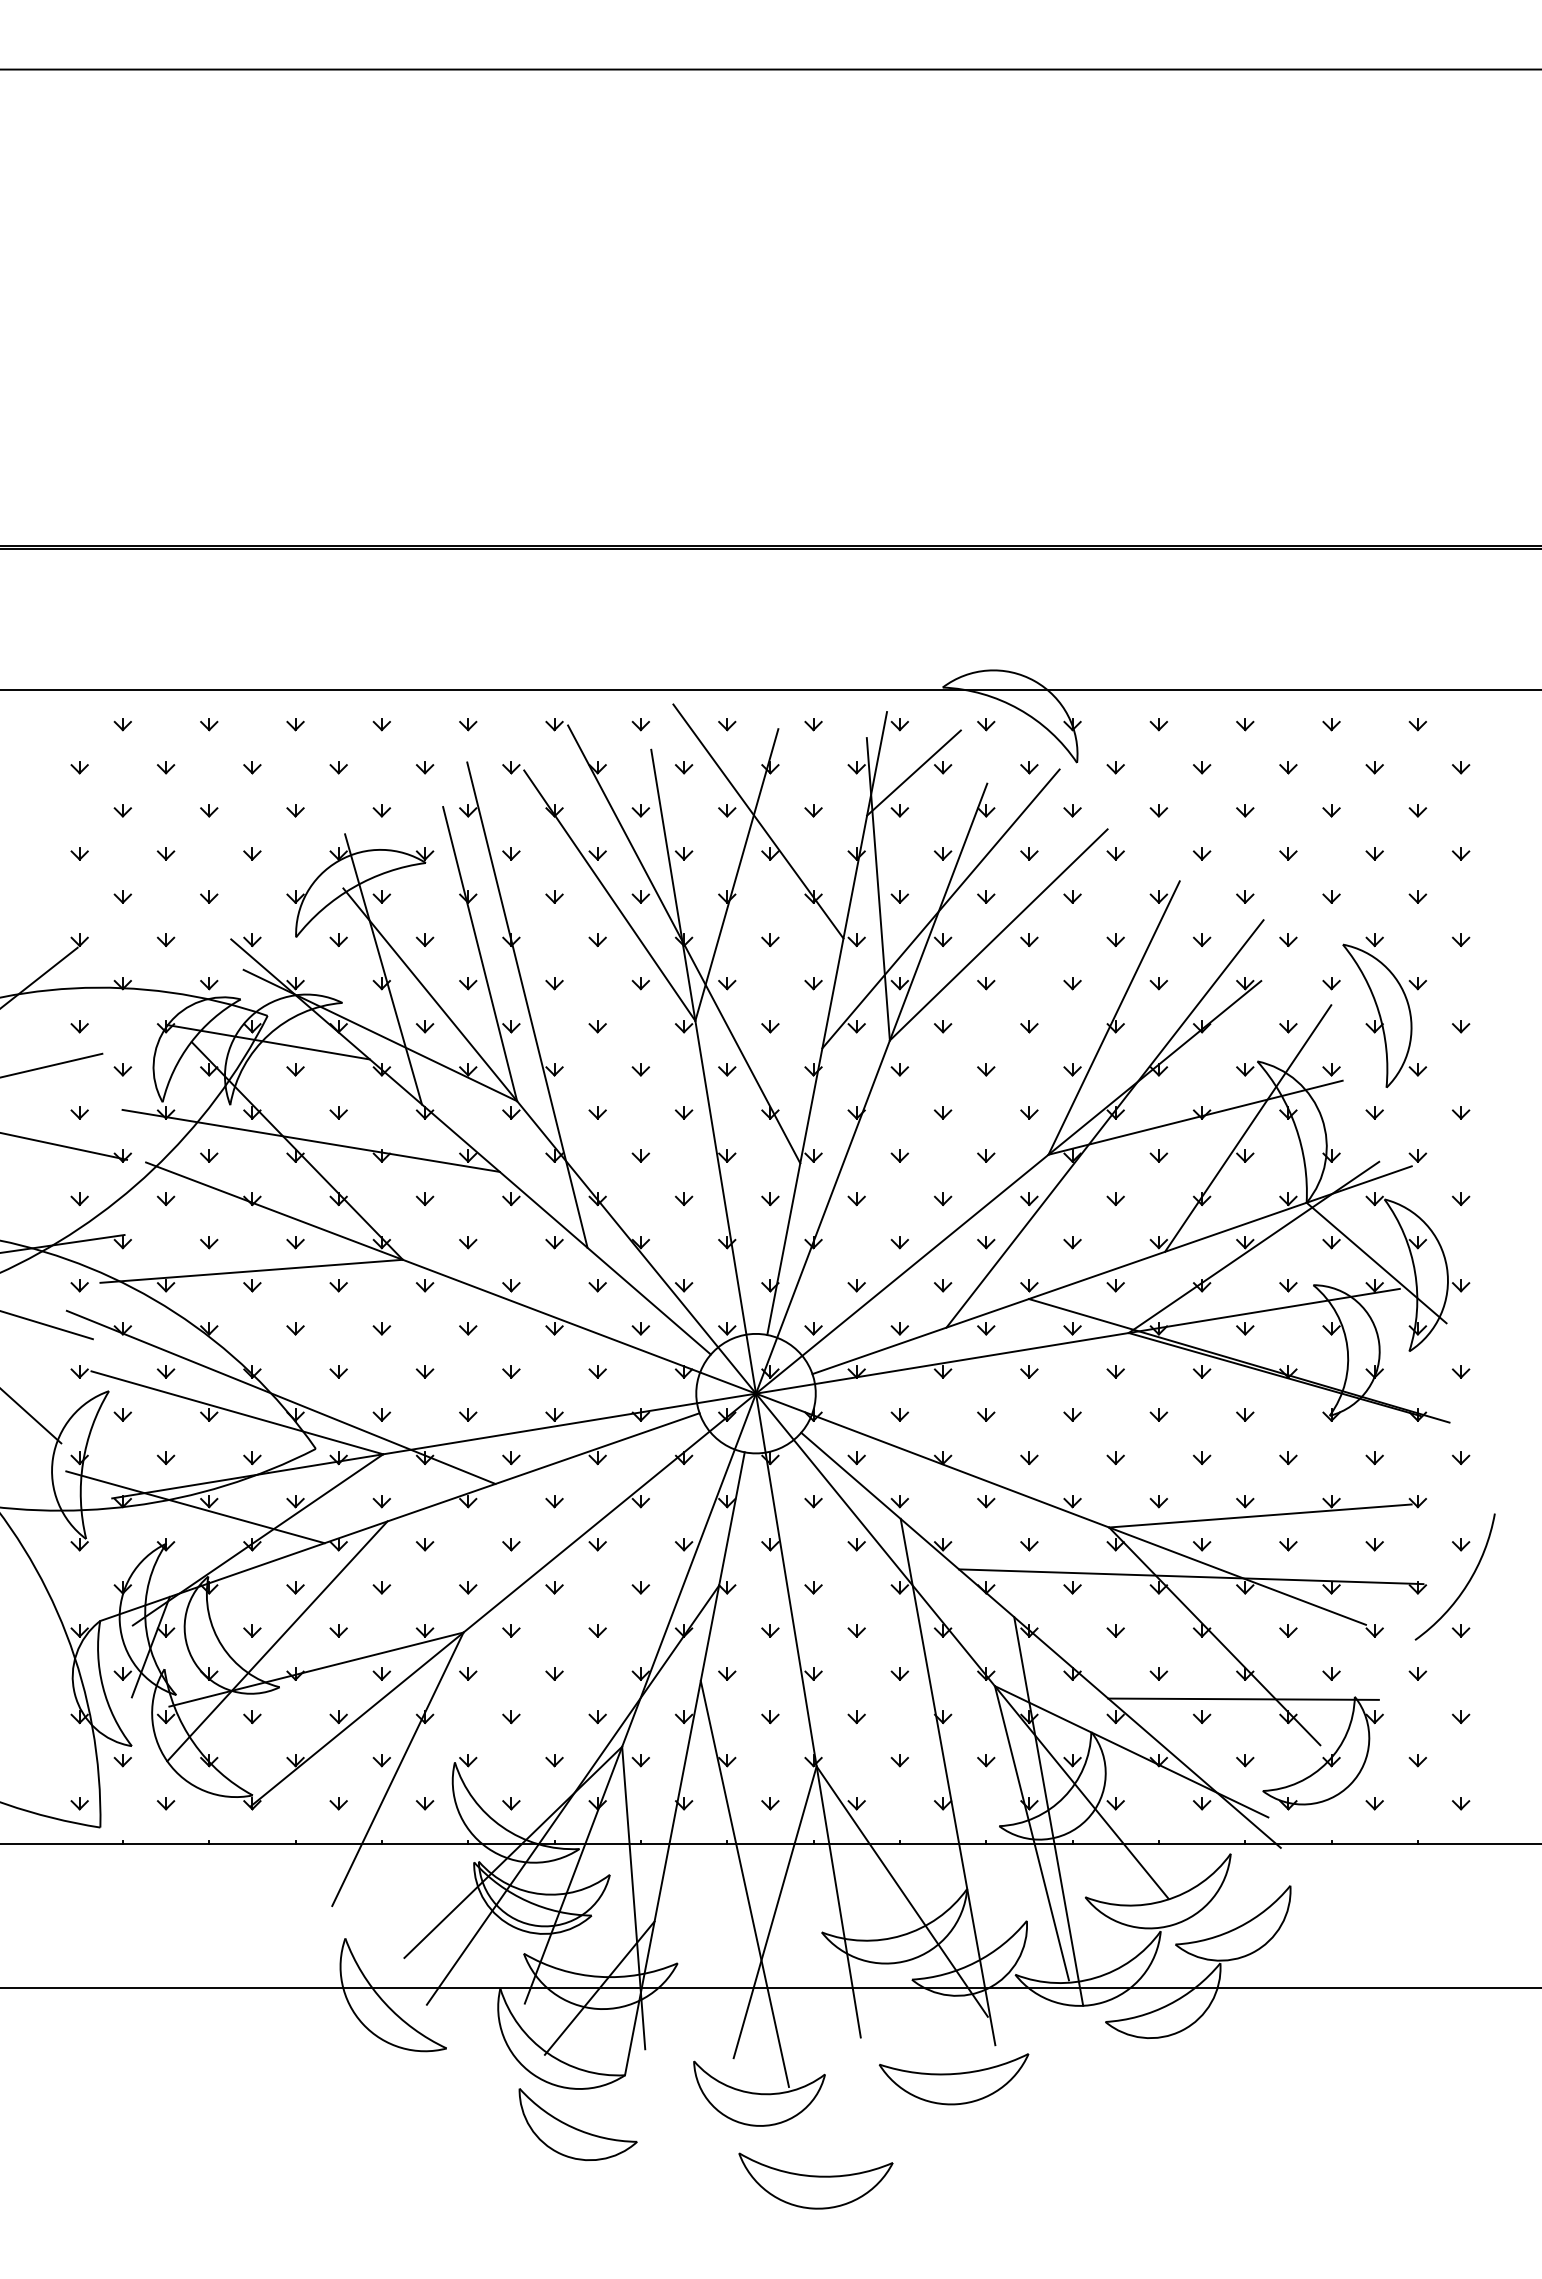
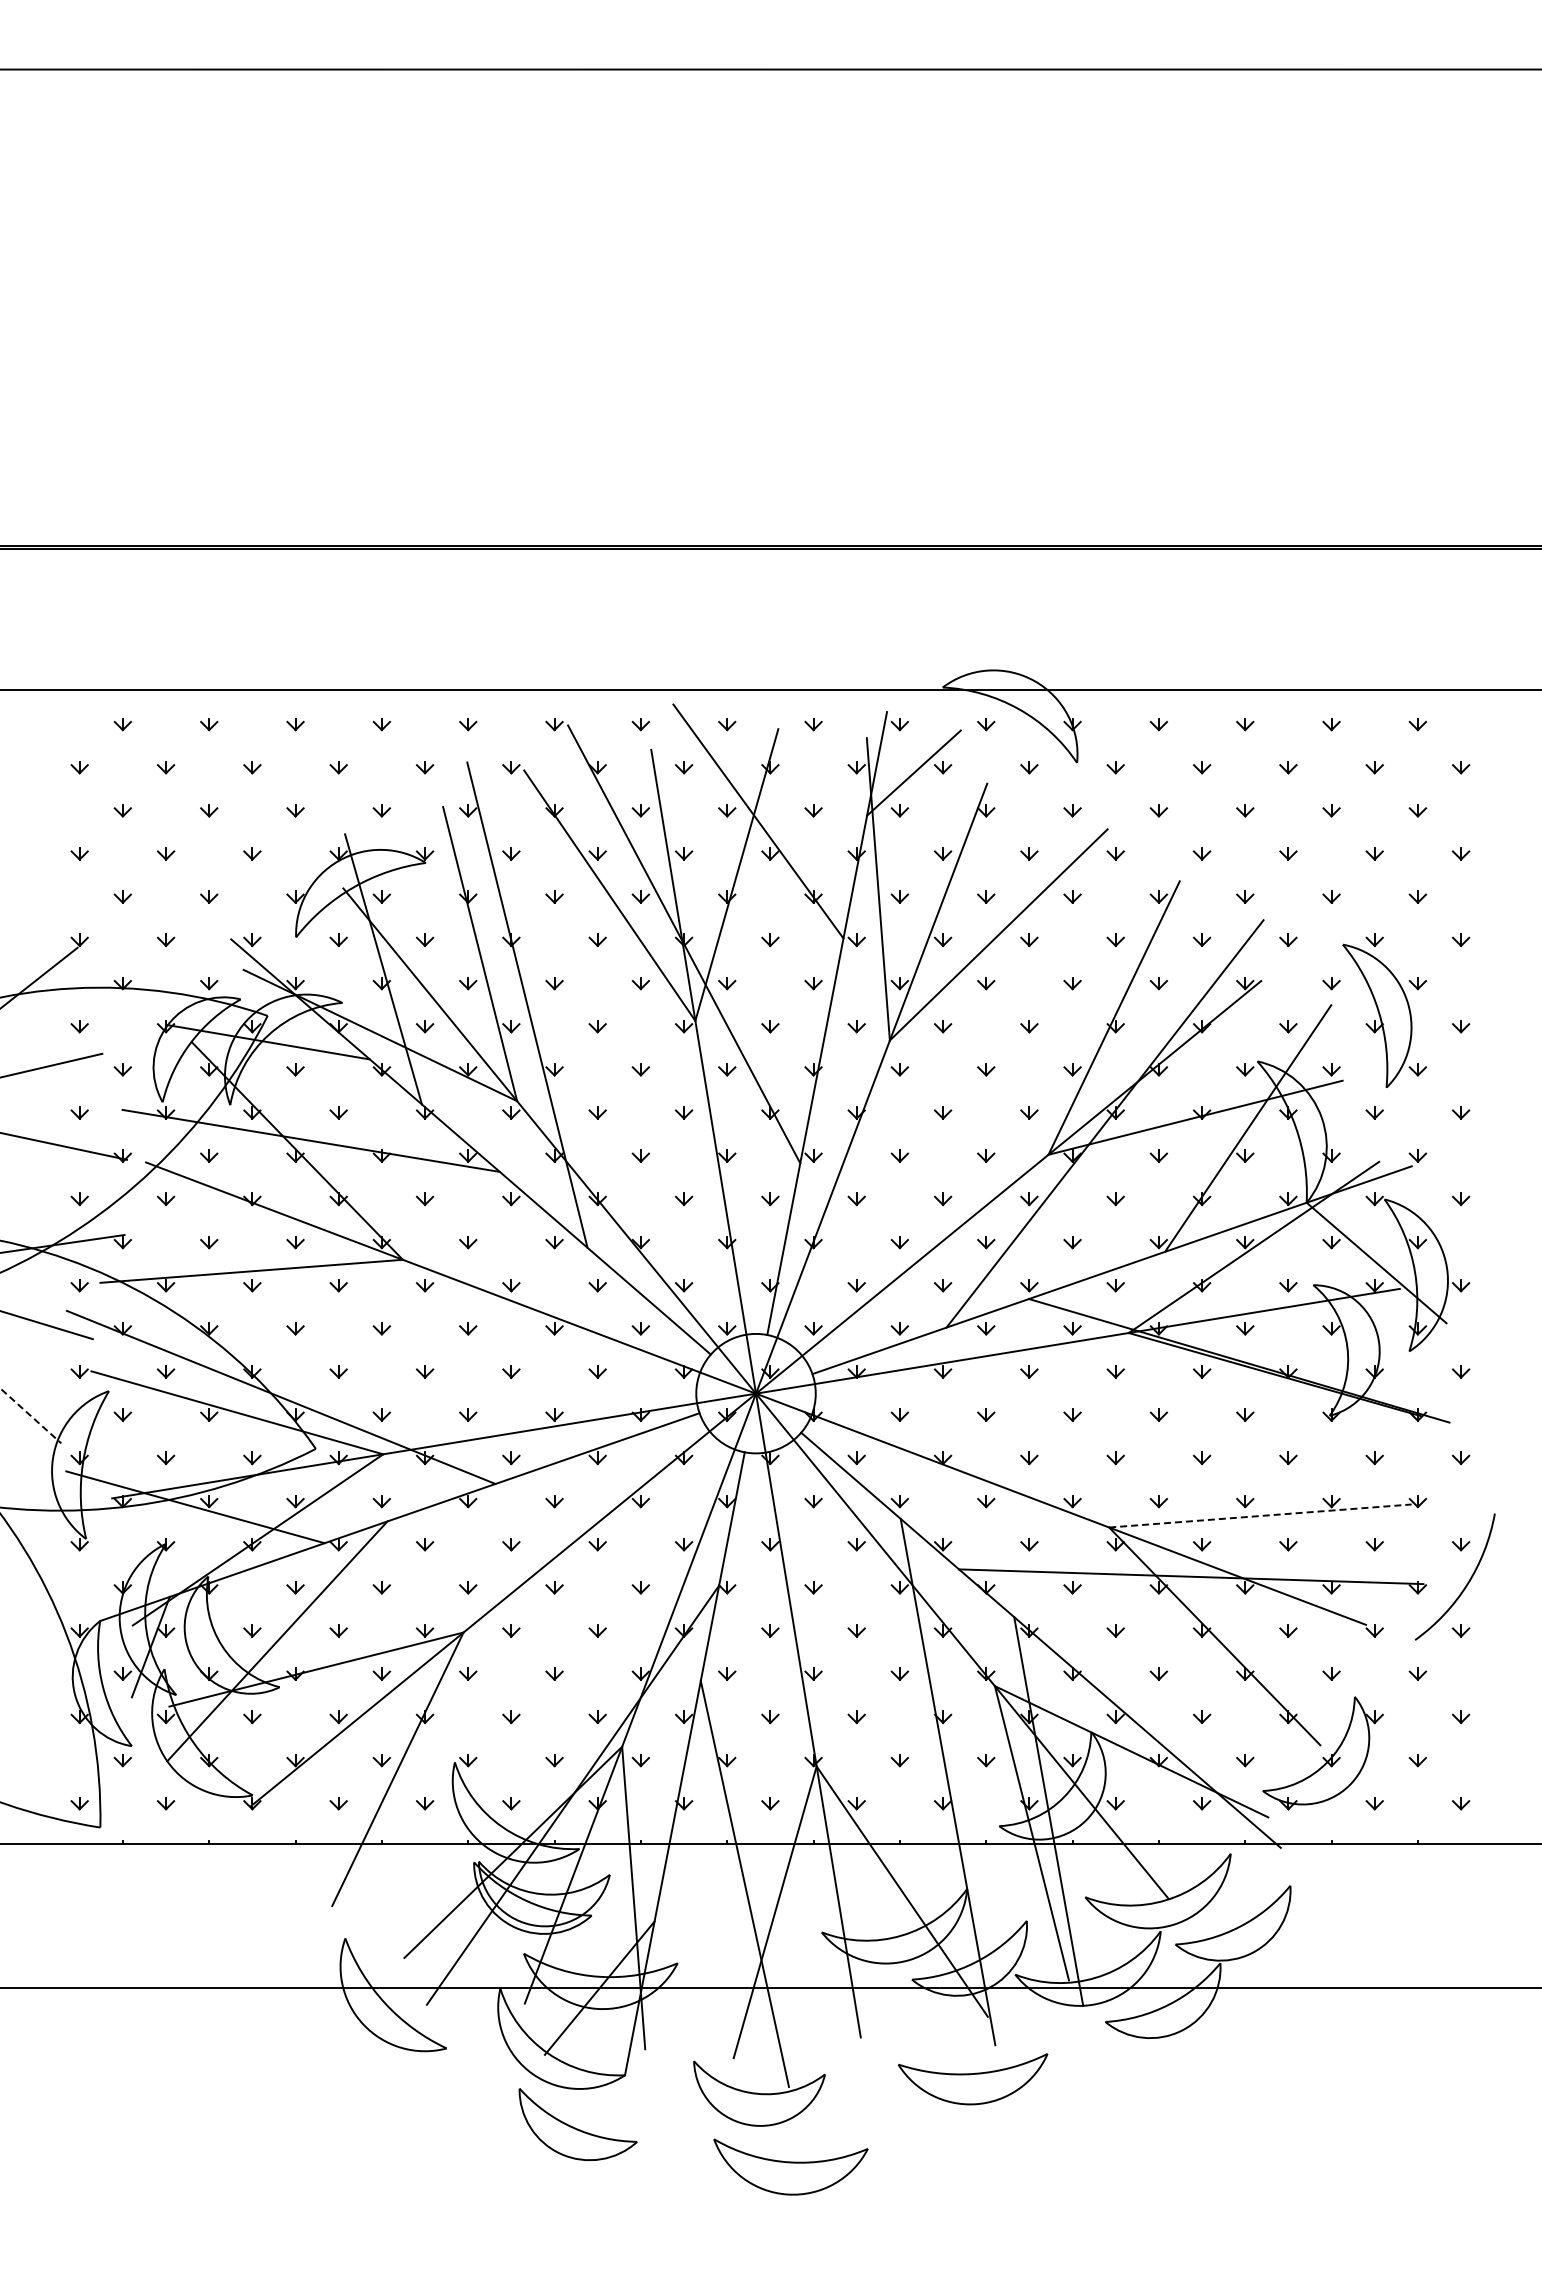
line at (940, 908): present -> none
line at (30, 1415): solid -> dashed
line at (1260, 1516): solid -> dashed
line at (1243, 1698): present -> none
part at (953, 2079) position: (953, 2079) -> (972, 2079)
part at (815, 2180) position: (815, 2180) -> (790, 2166)
